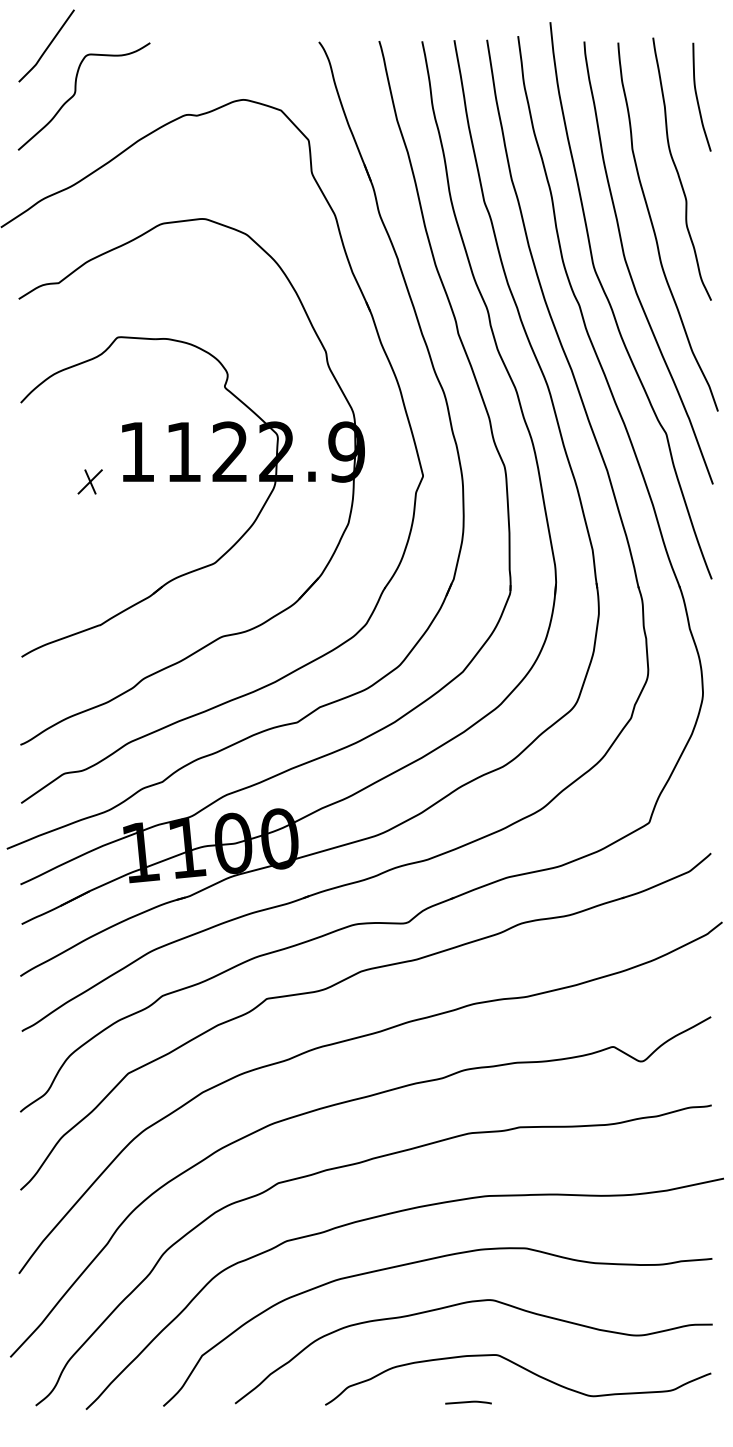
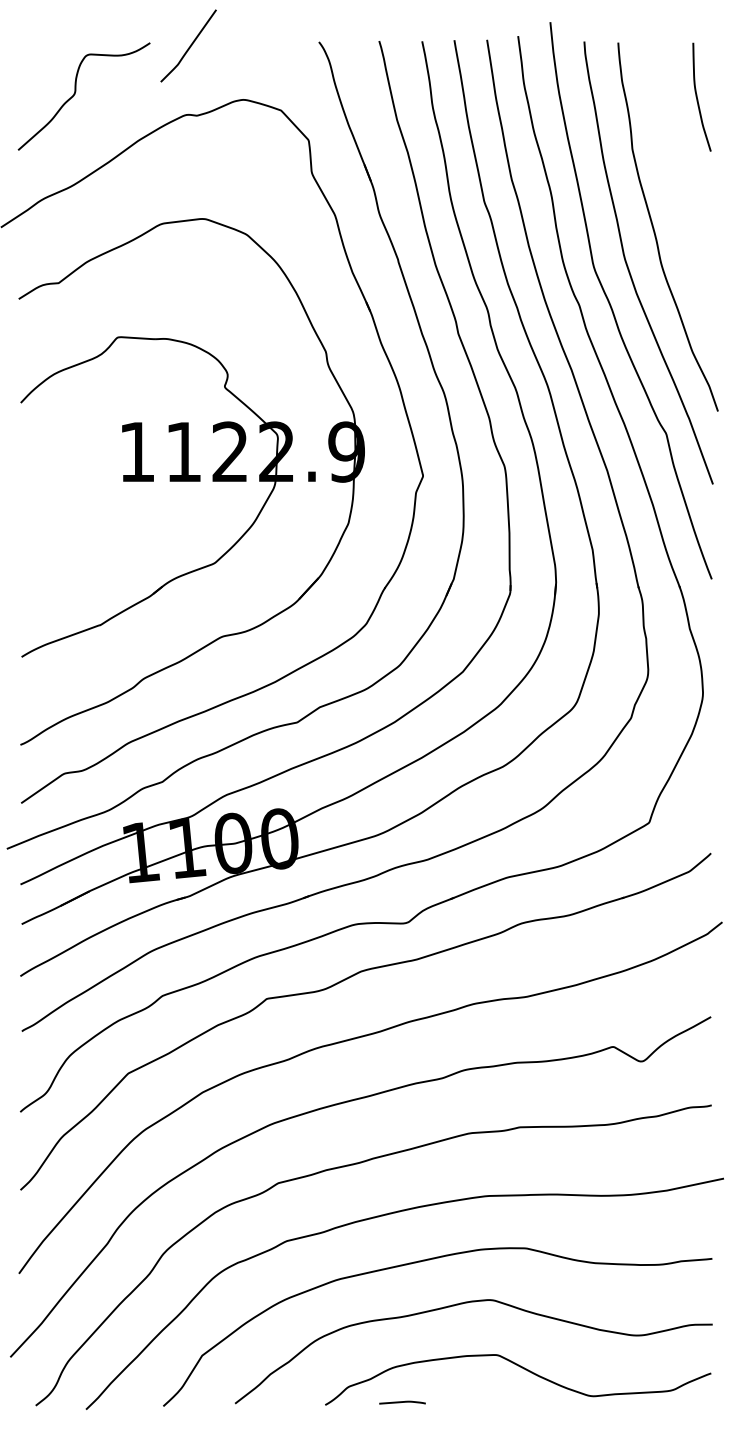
curve at (47, 46) position: (47, 46) -> (189, 46)
curve at (677, 168): present -> none
part at (89, 481): present -> none
curve at (468, 1402) position: (468, 1402) -> (402, 1402)
